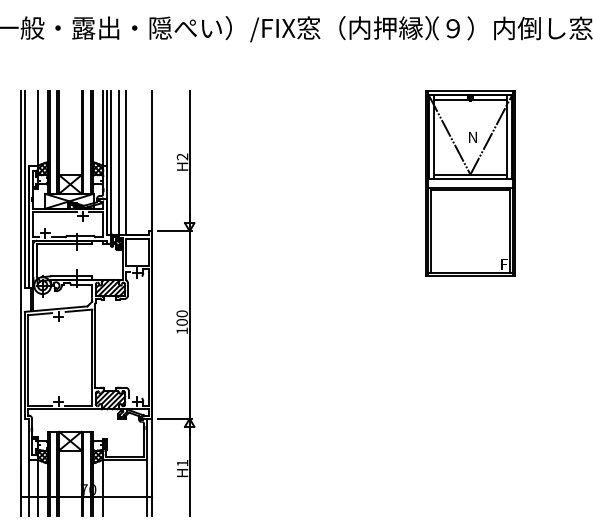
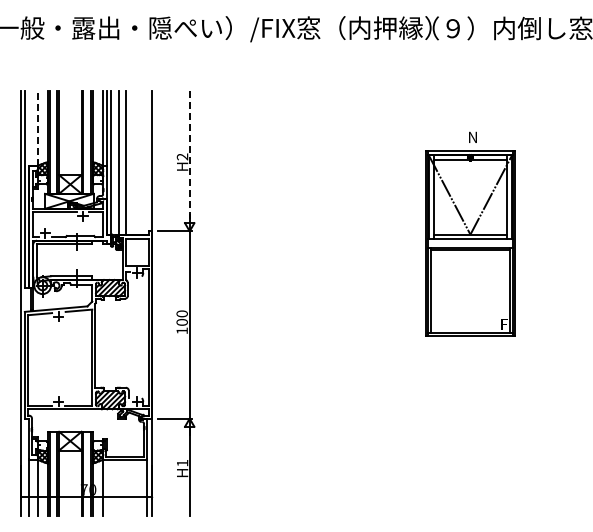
line at (37, 127): solid -> dashed
line at (189, 156): solid -> dashed
part at (470, 183) position: (470, 183) -> (470, 243)
